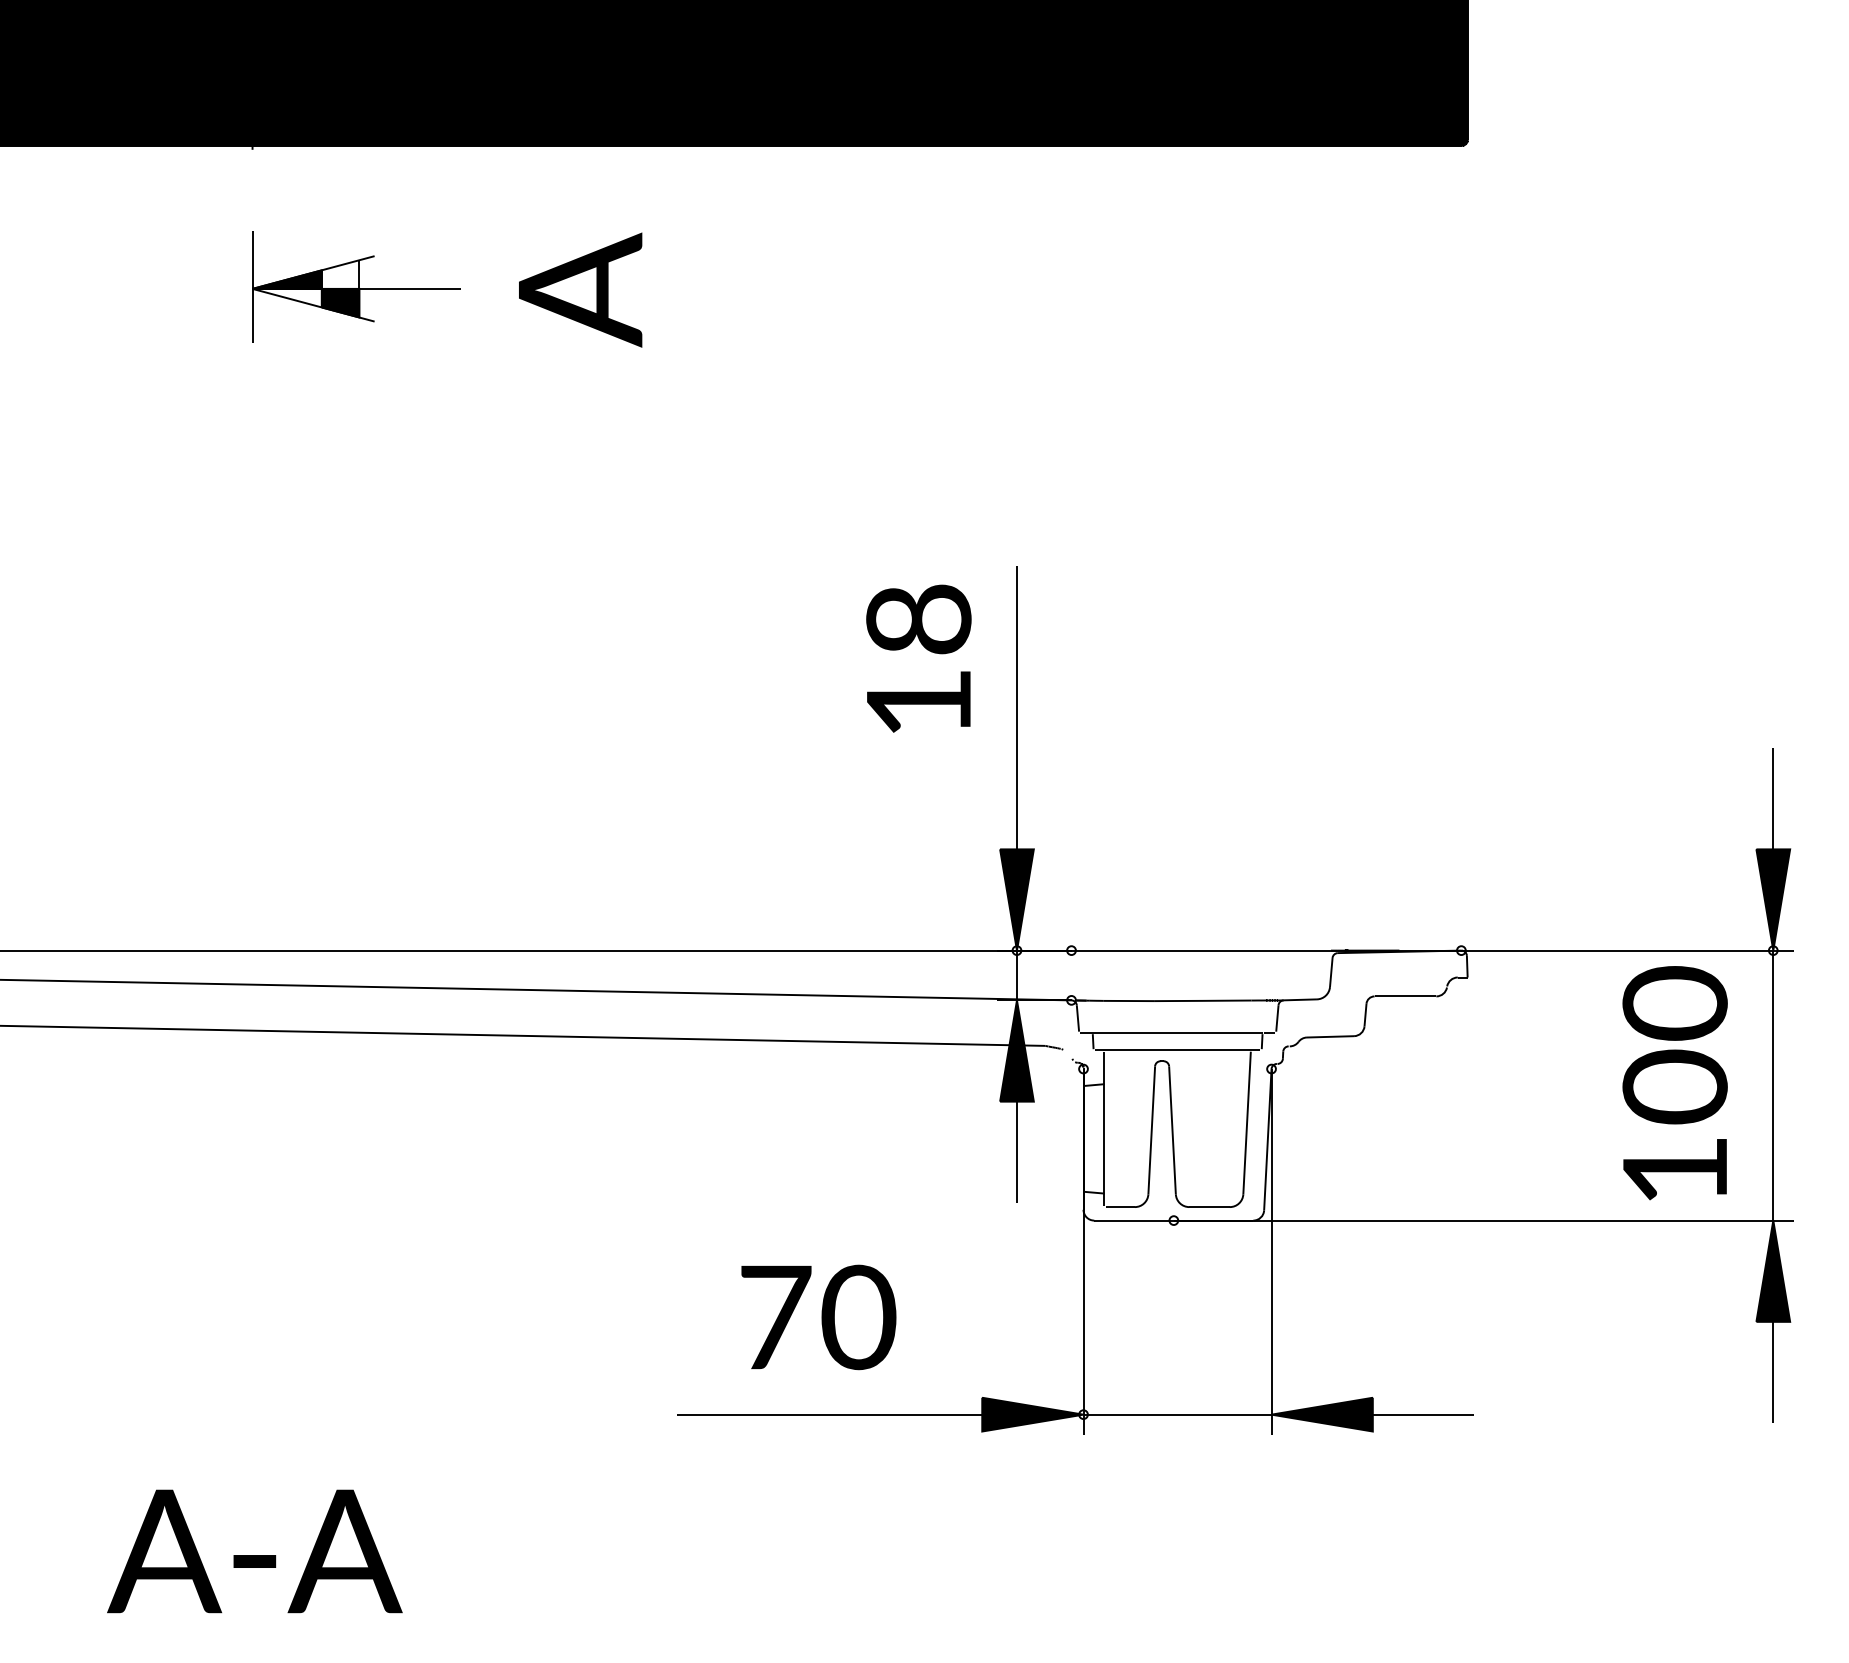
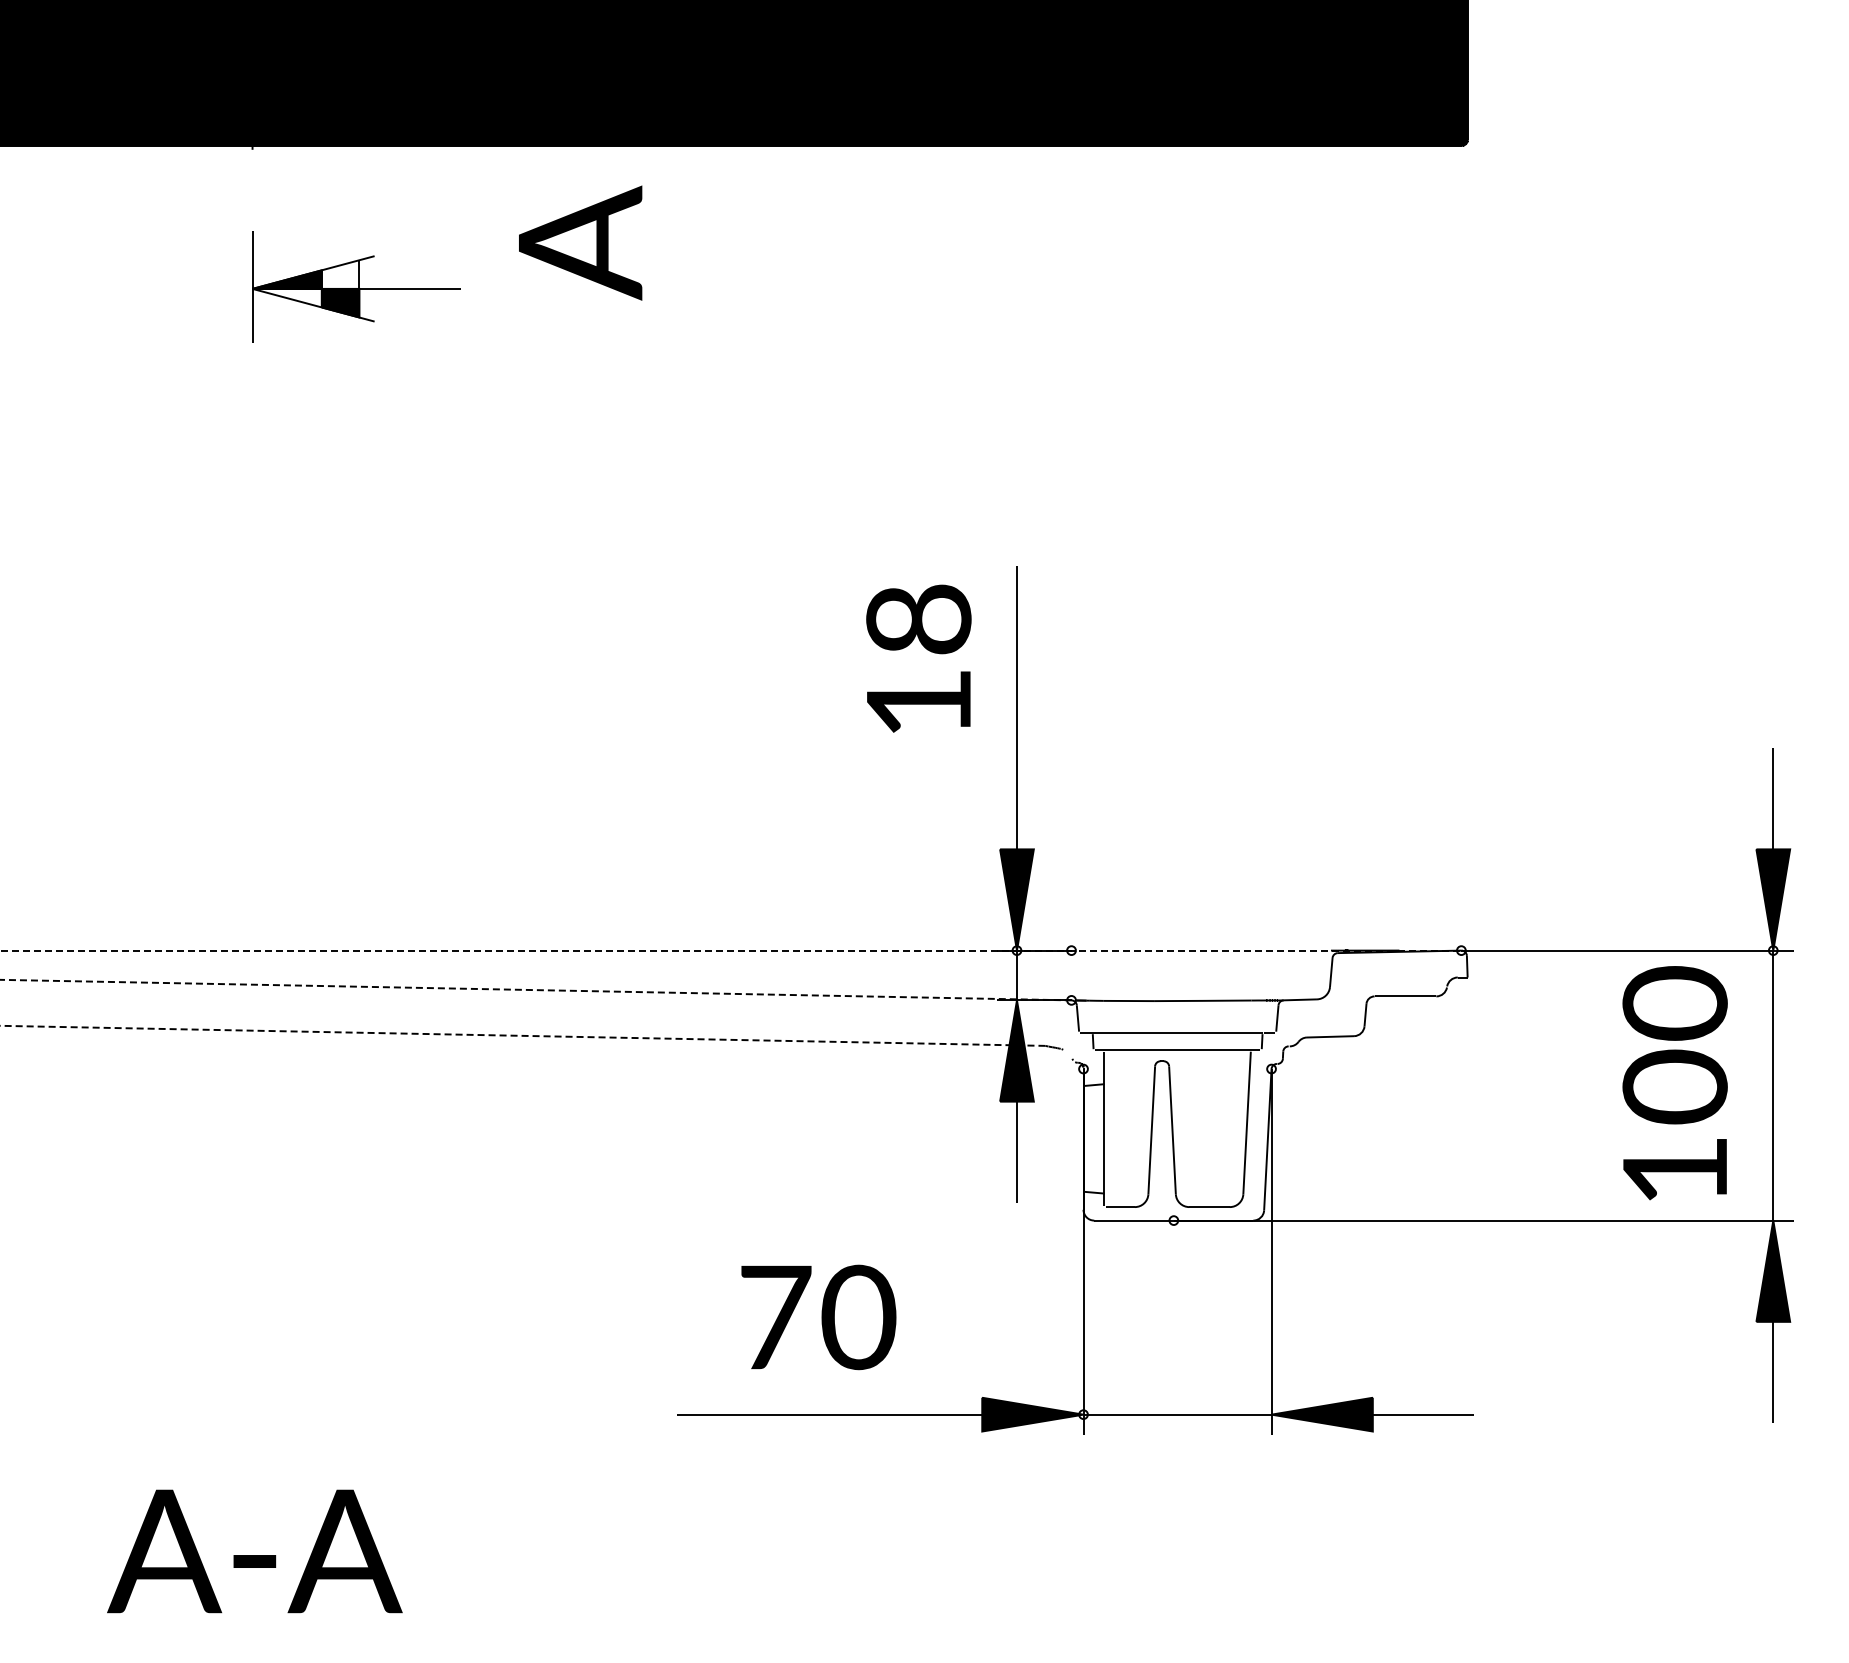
text at (580, 289) position: (580, 289) -> (580, 242)
line at (731, 950): solid -> dashed
line at (536, 990): solid -> dashed
line at (522, 1035): solid -> dashed
